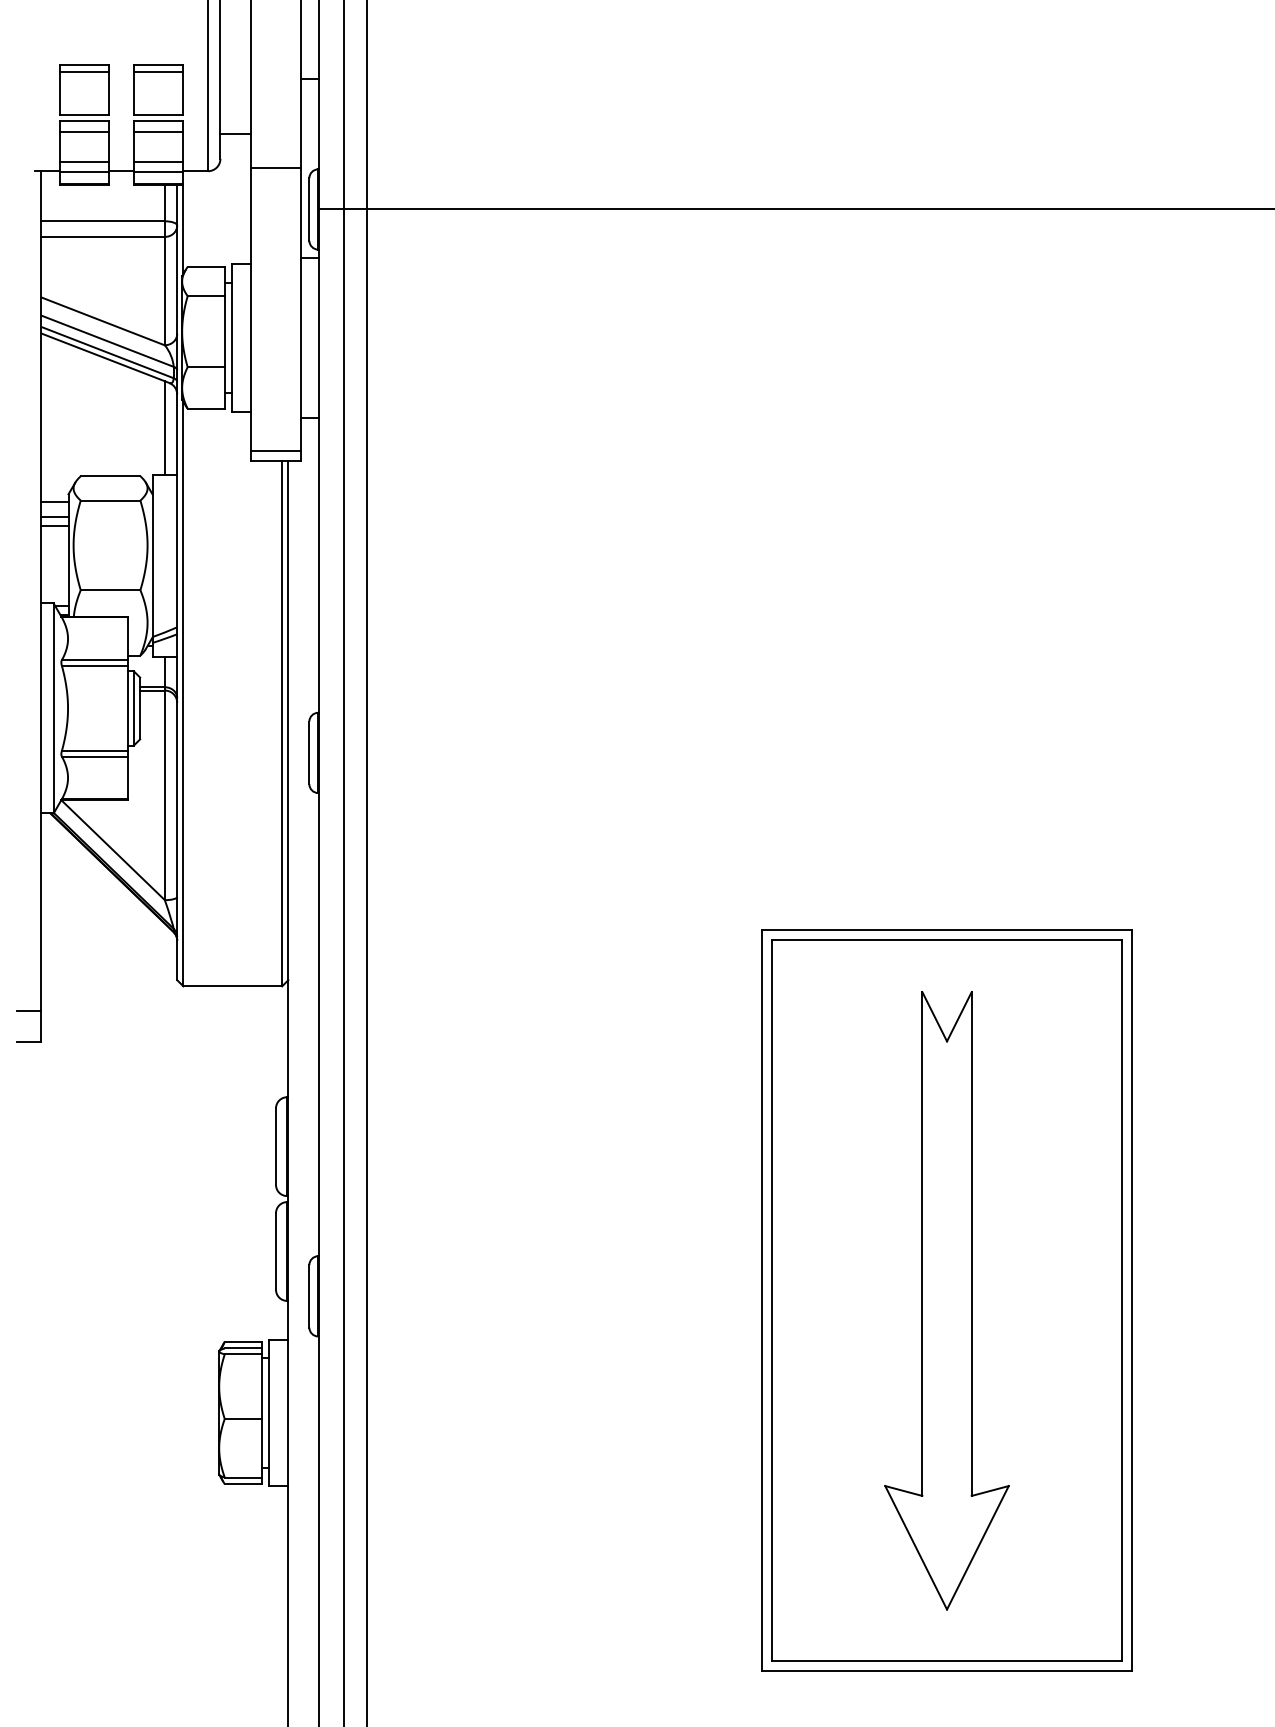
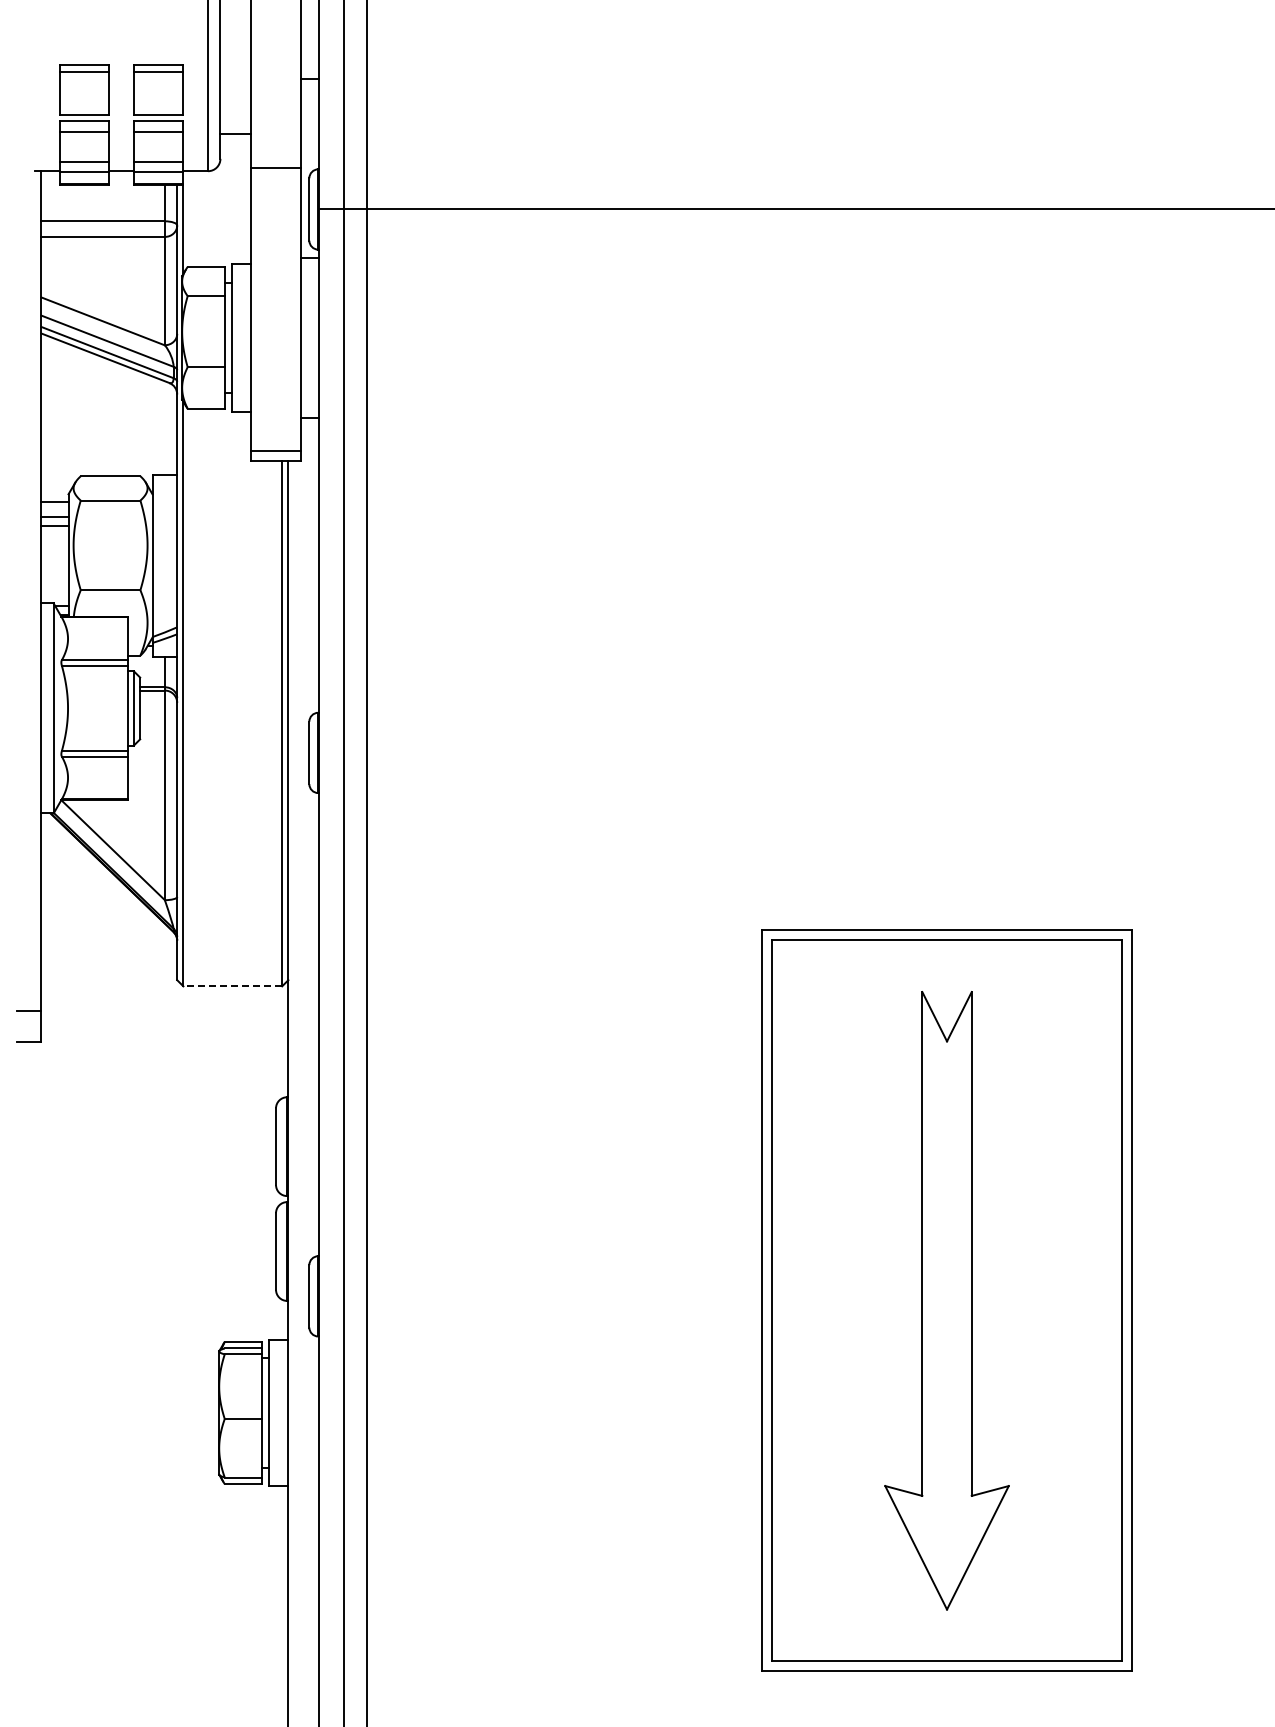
line at (164, 427): present -> none
line at (232, 986): solid -> dashed
